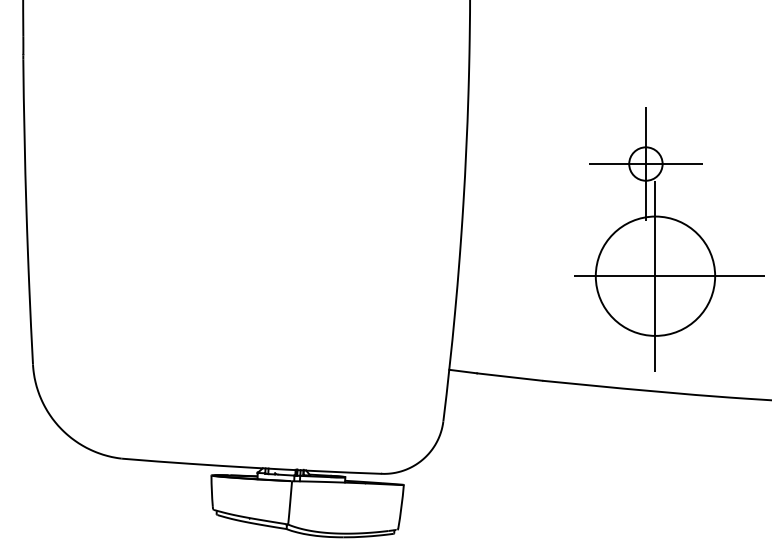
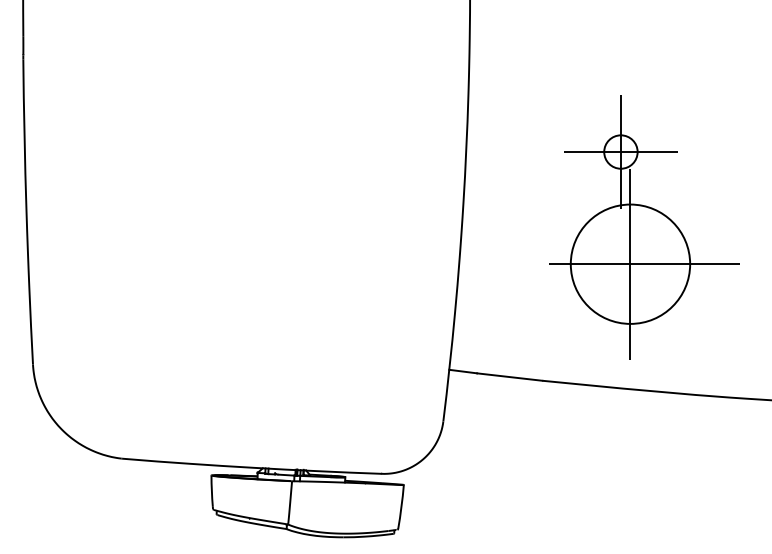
part at (669, 239) position: (669, 239) -> (644, 227)
